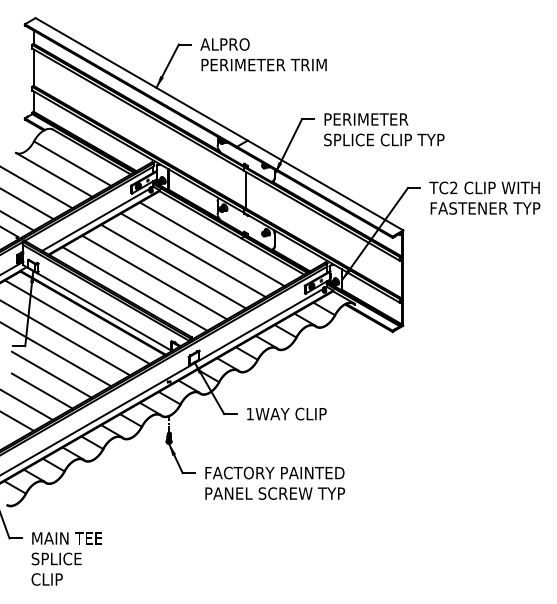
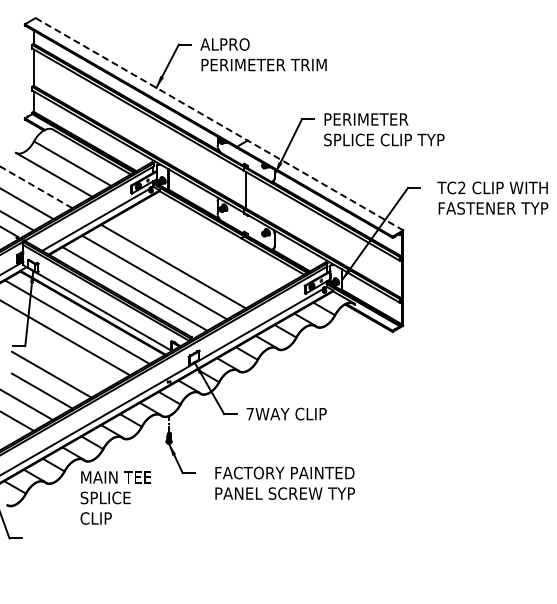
line at (219, 124): solid -> dashed
line at (36, 187): solid -> dashed
text at (484, 197) position: (484, 197) -> (492, 197)
line at (212, 244): present -> none
line at (193, 255): present -> none
line at (56, 354): present -> none
text at (249, 414): 1WAY -> 7WAY
text at (274, 482) position: (274, 482) -> (284, 482)
text at (66, 558) position: (66, 558) -> (115, 497)
